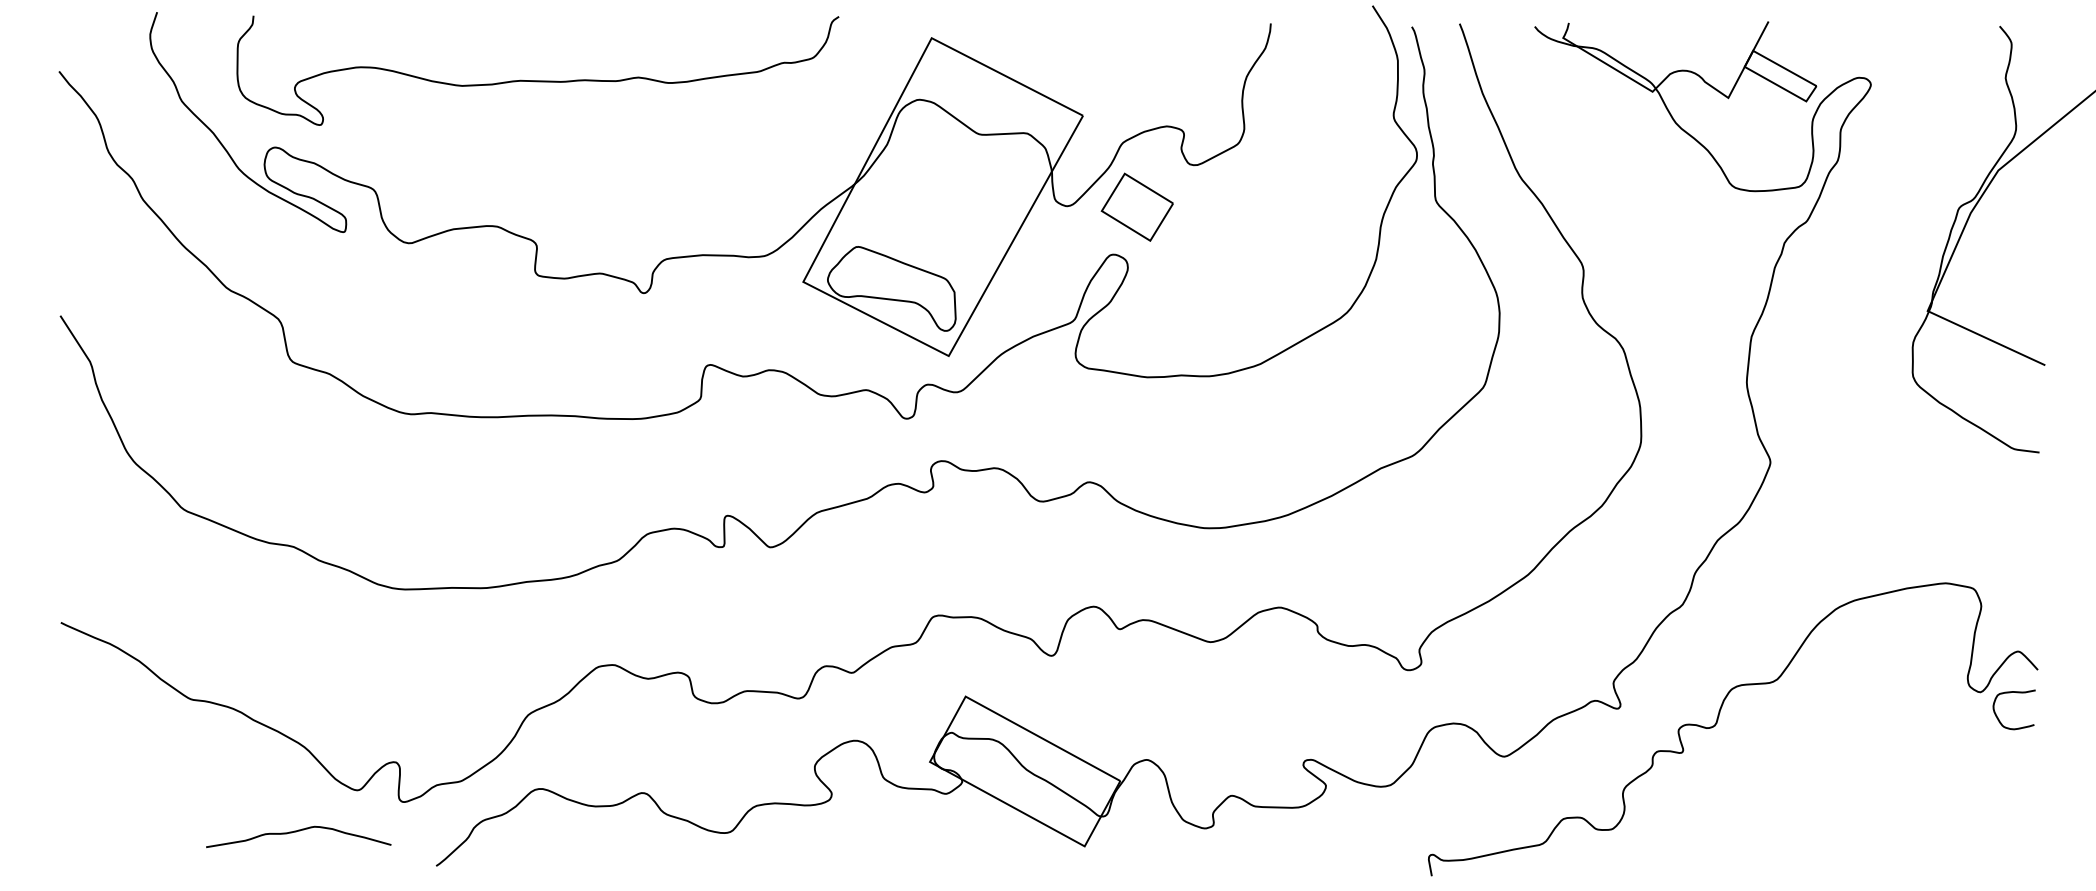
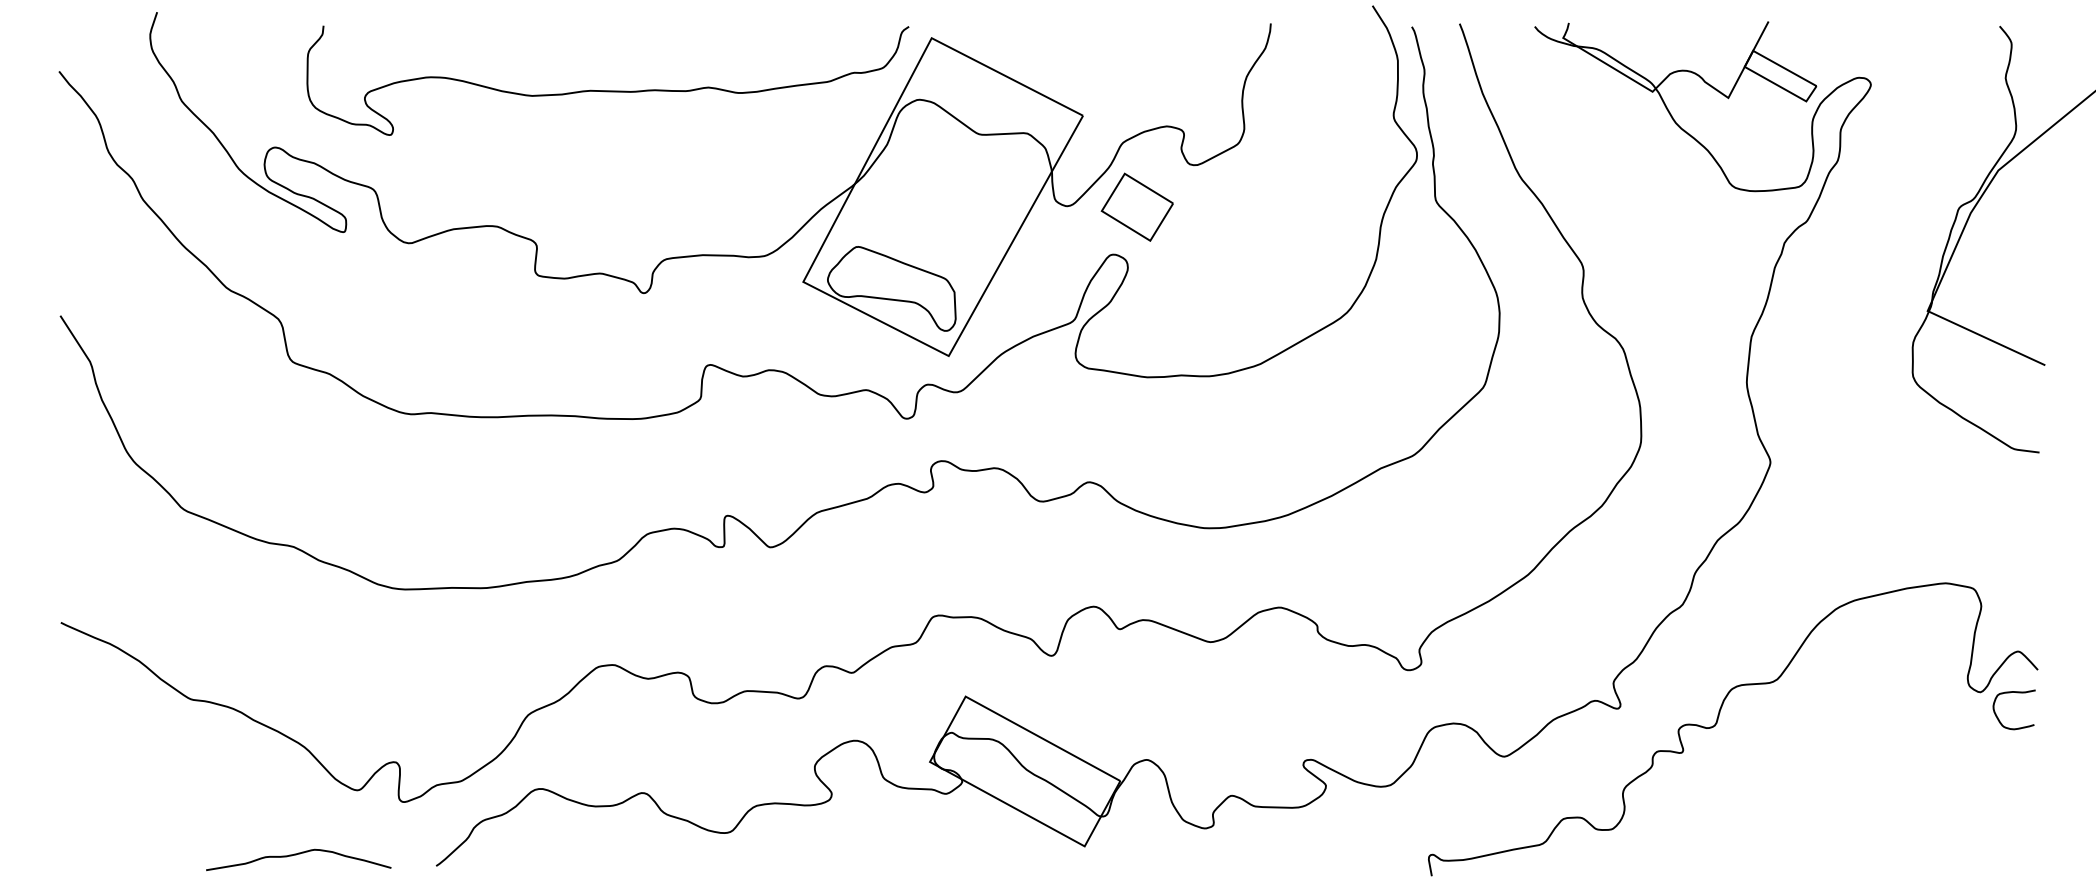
curve at (537, 80) position: (537, 80) -> (607, 90)
curve at (296, 832) position: (296, 832) -> (296, 855)
